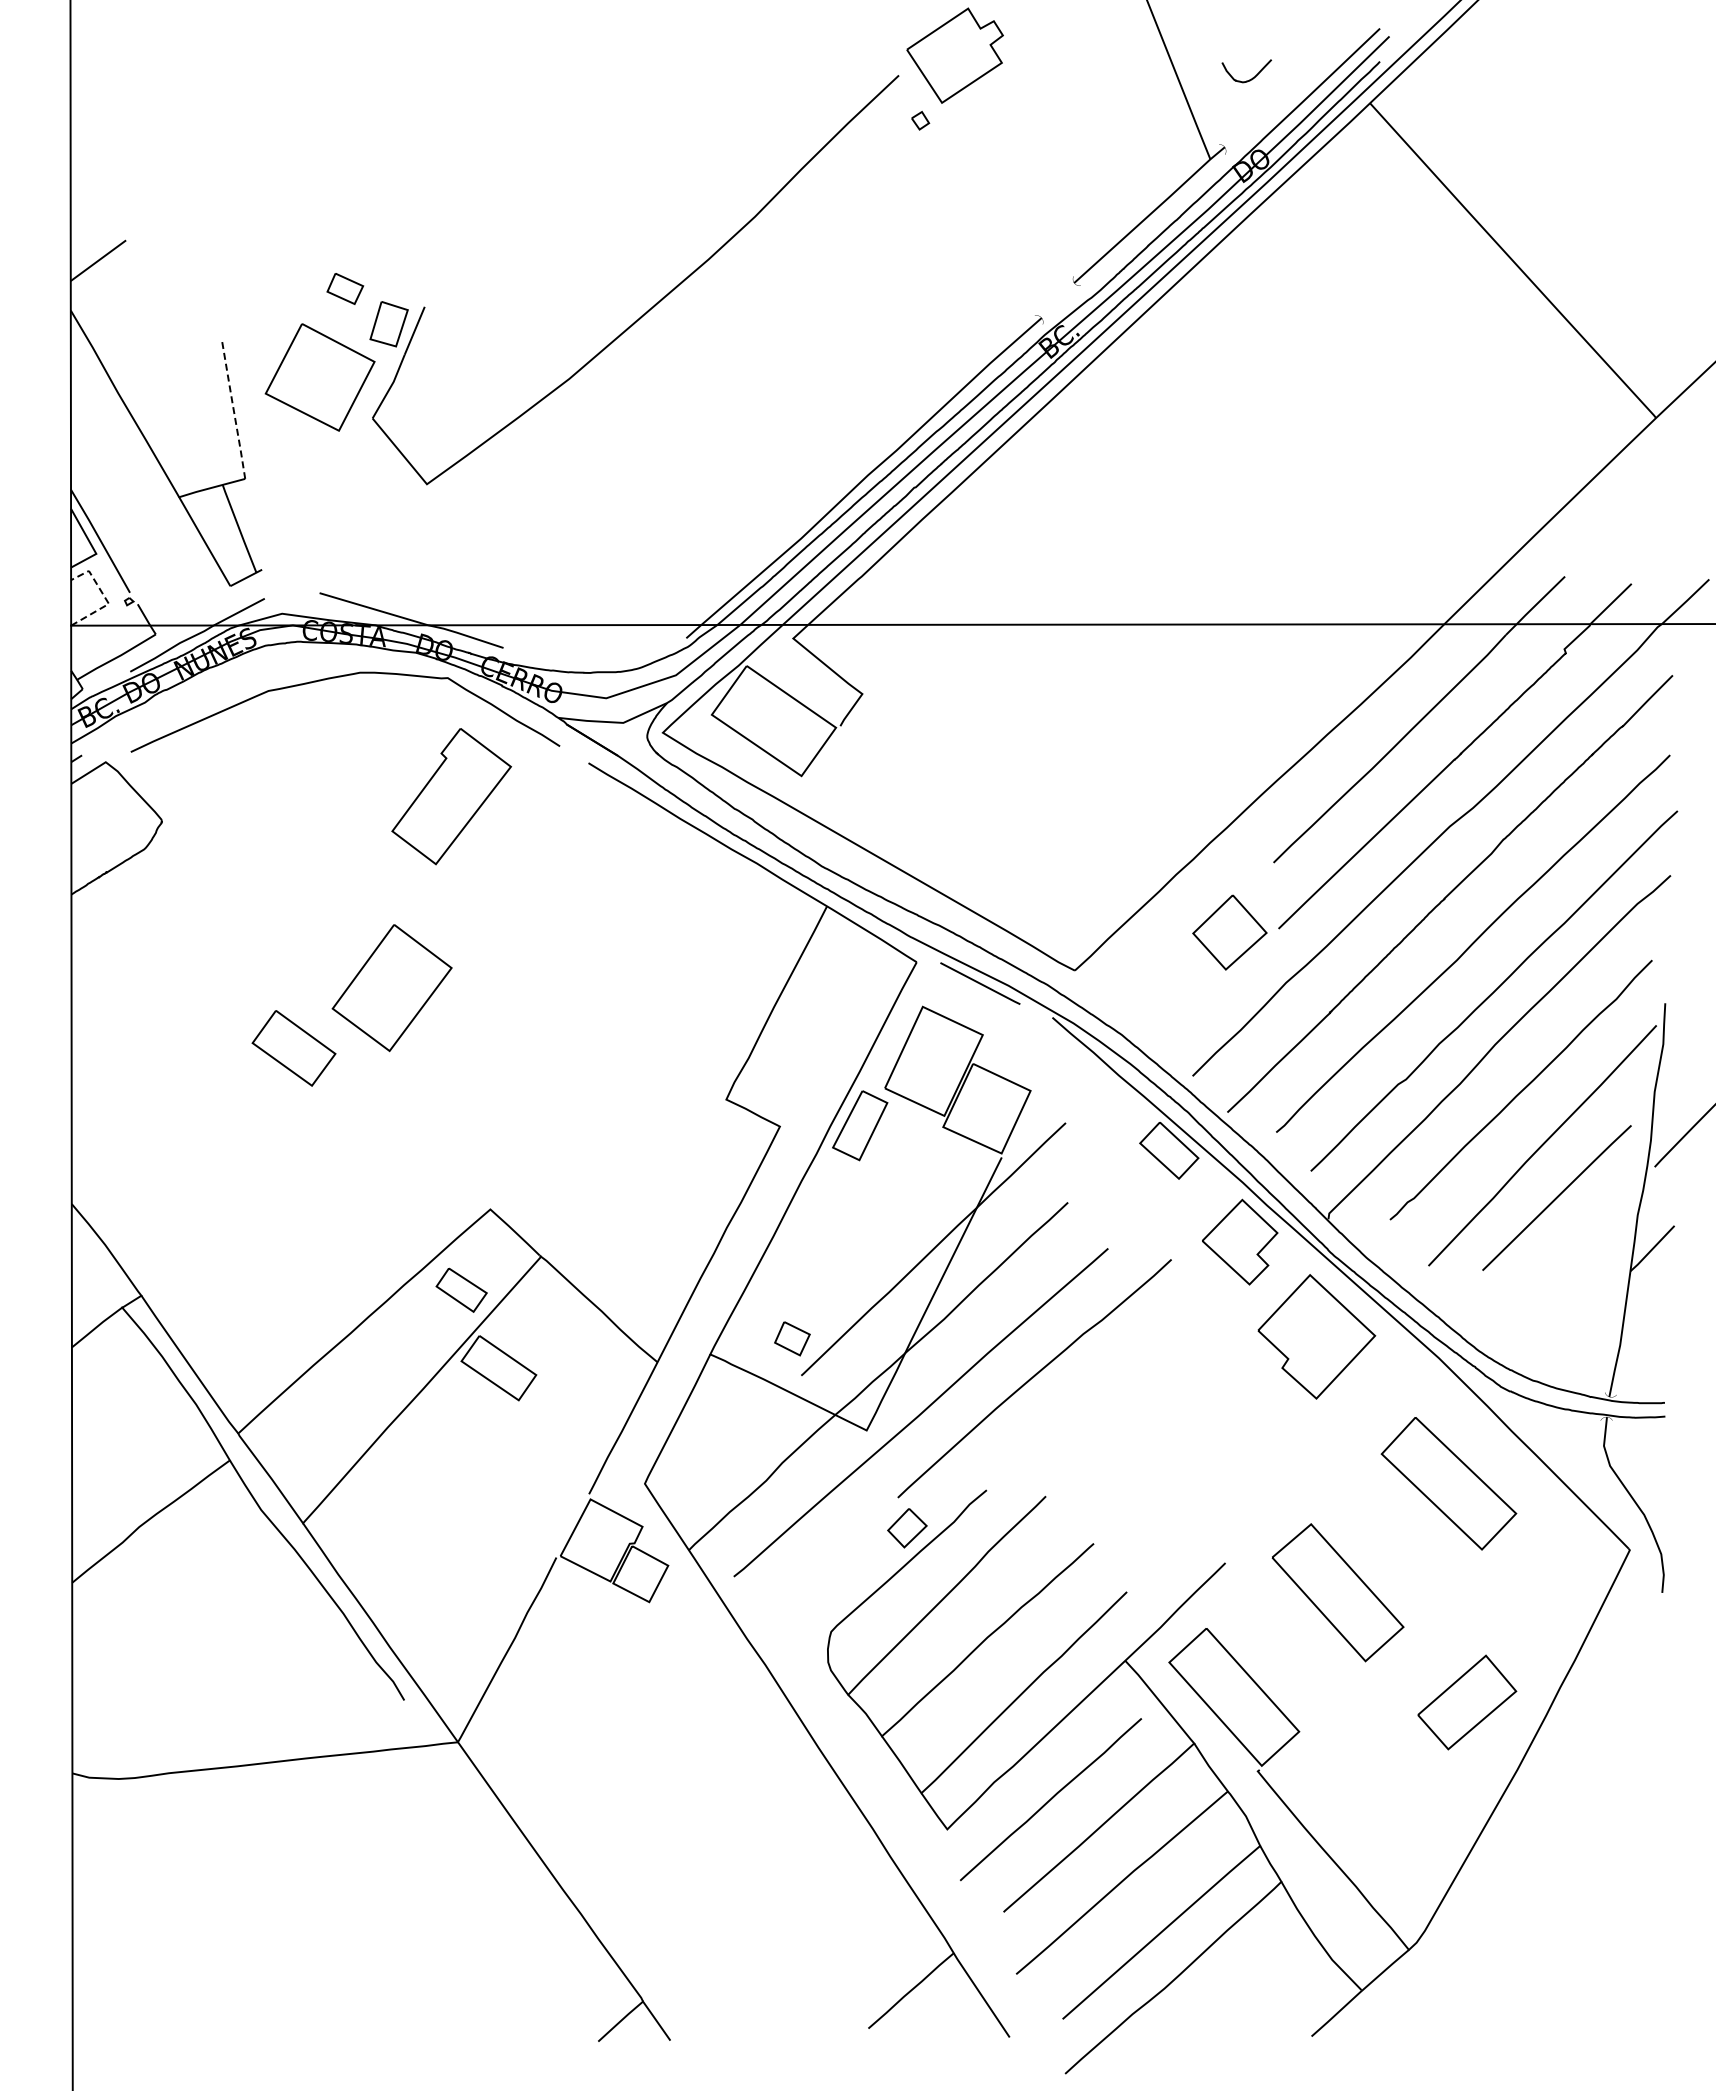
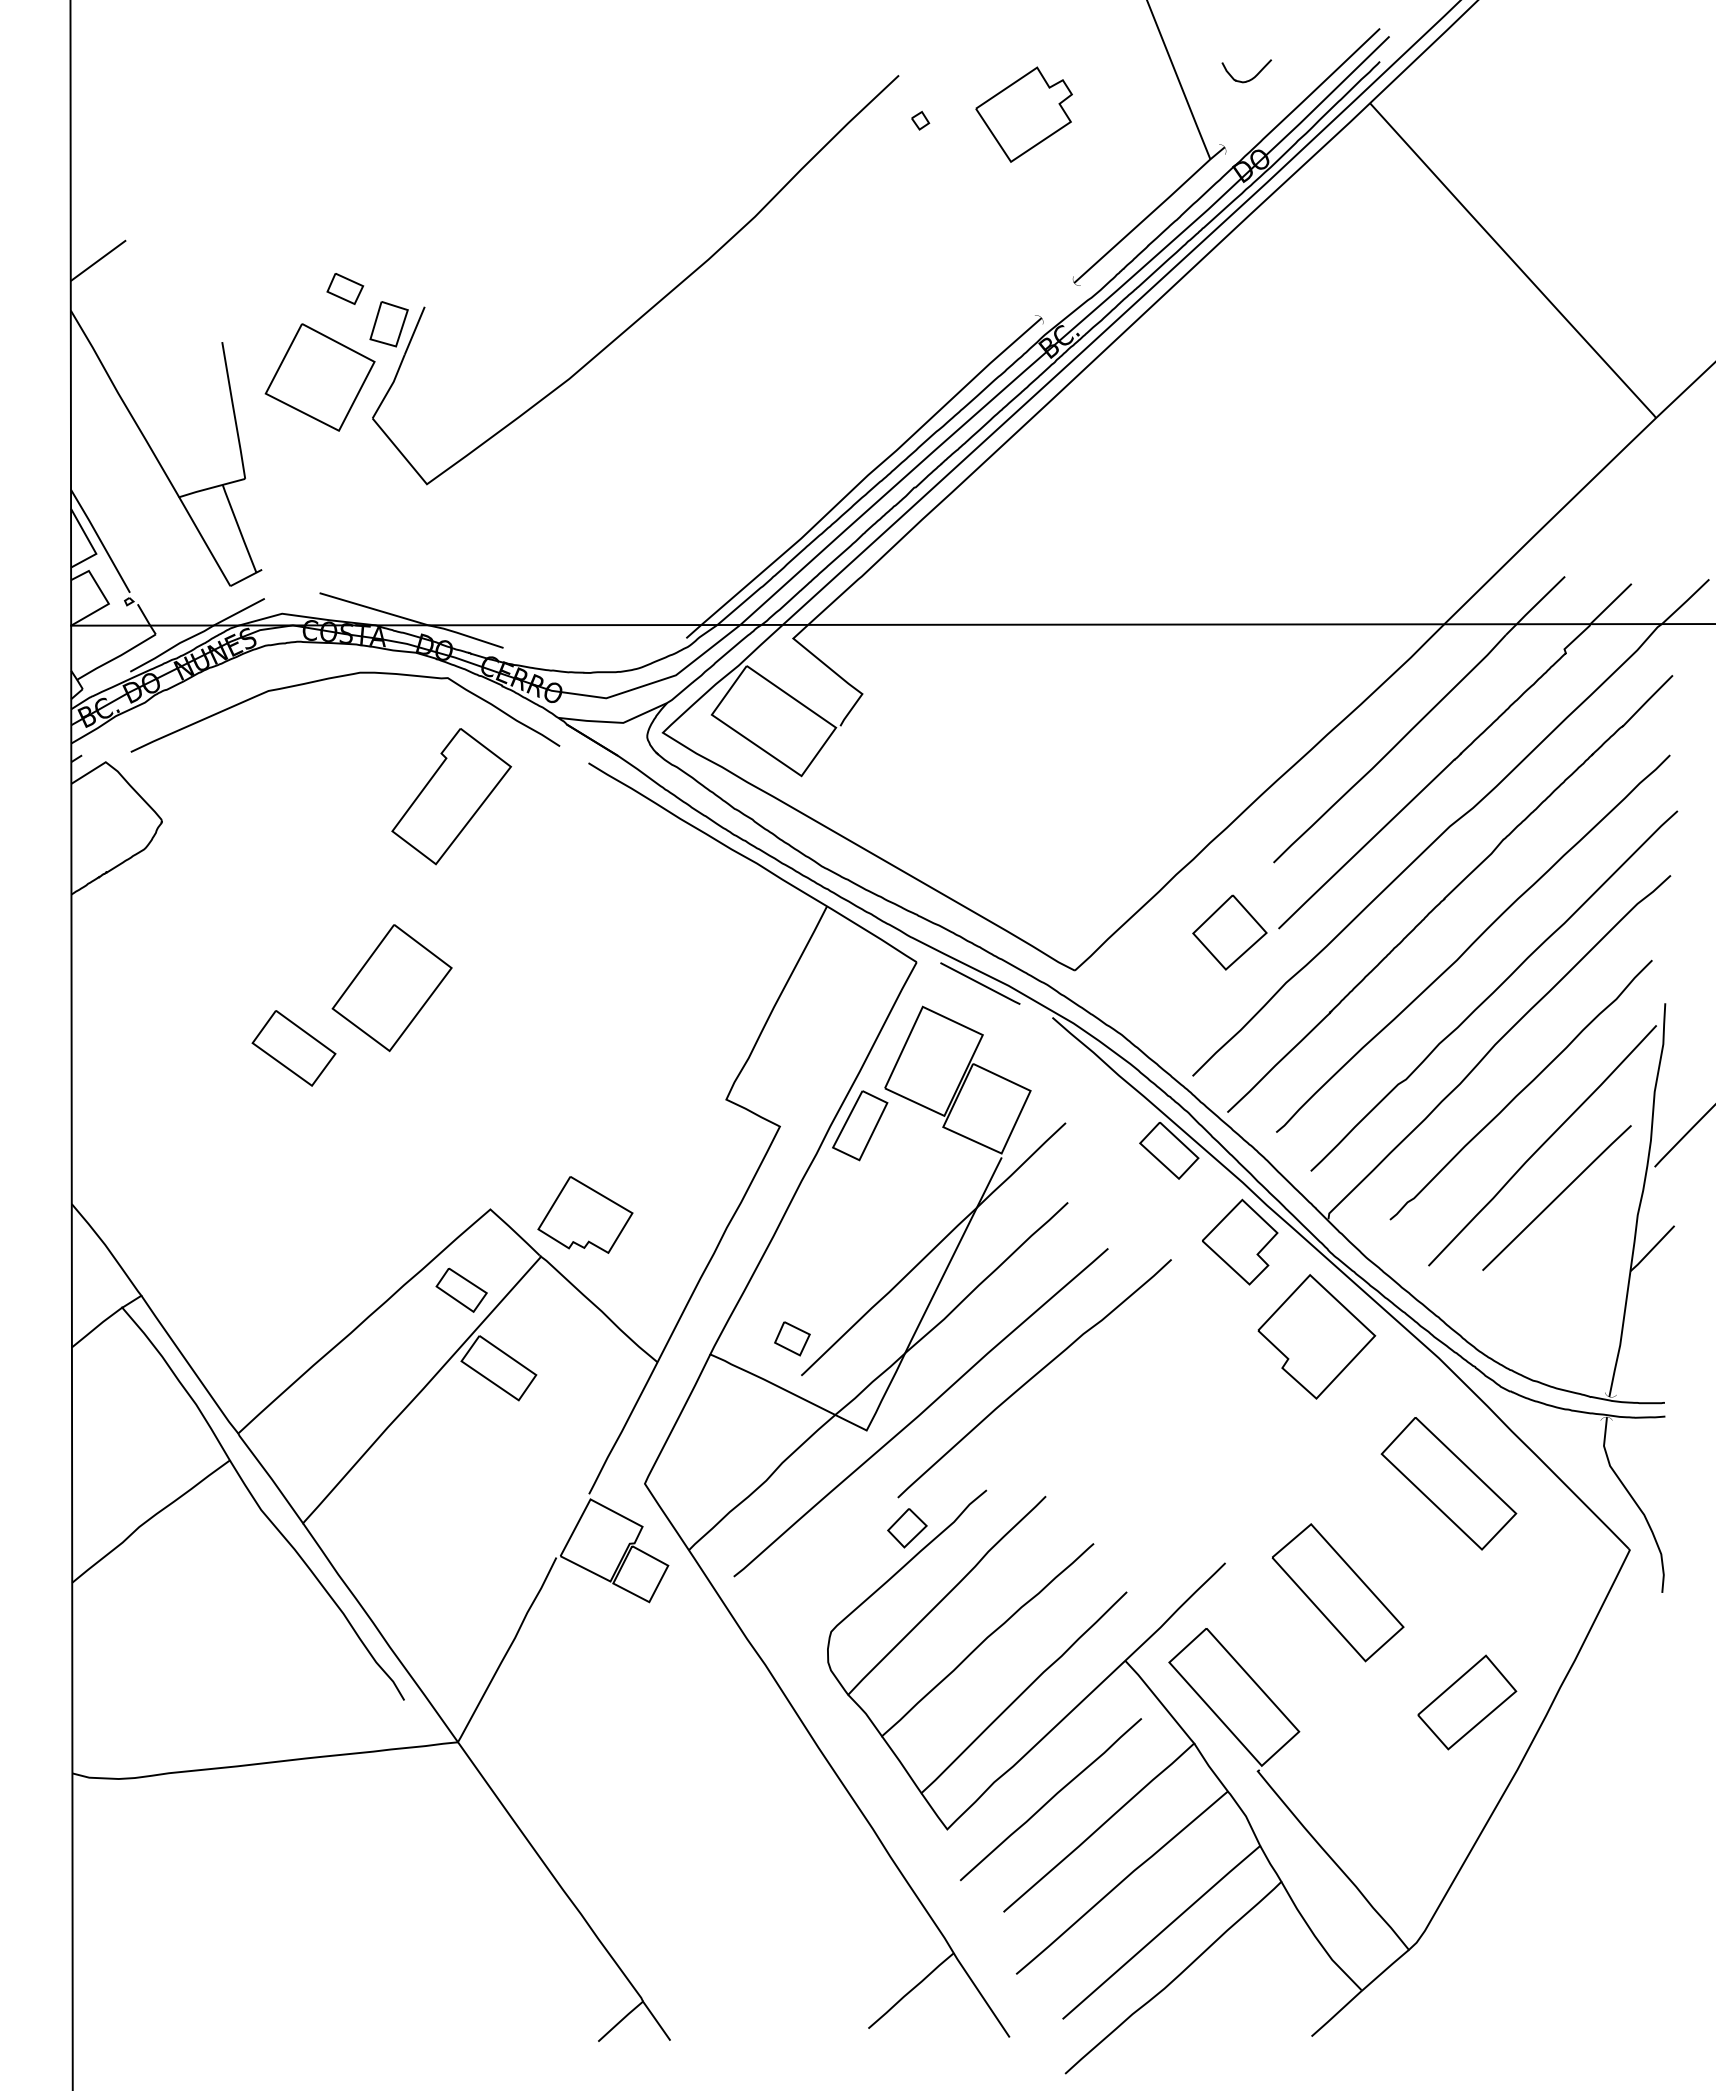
part at (954, 55) position: (954, 55) -> (1023, 114)
line at (233, 411): dashed -> solid
line at (104, 597): dashed -> solid
part at (585, 1214): none -> present
